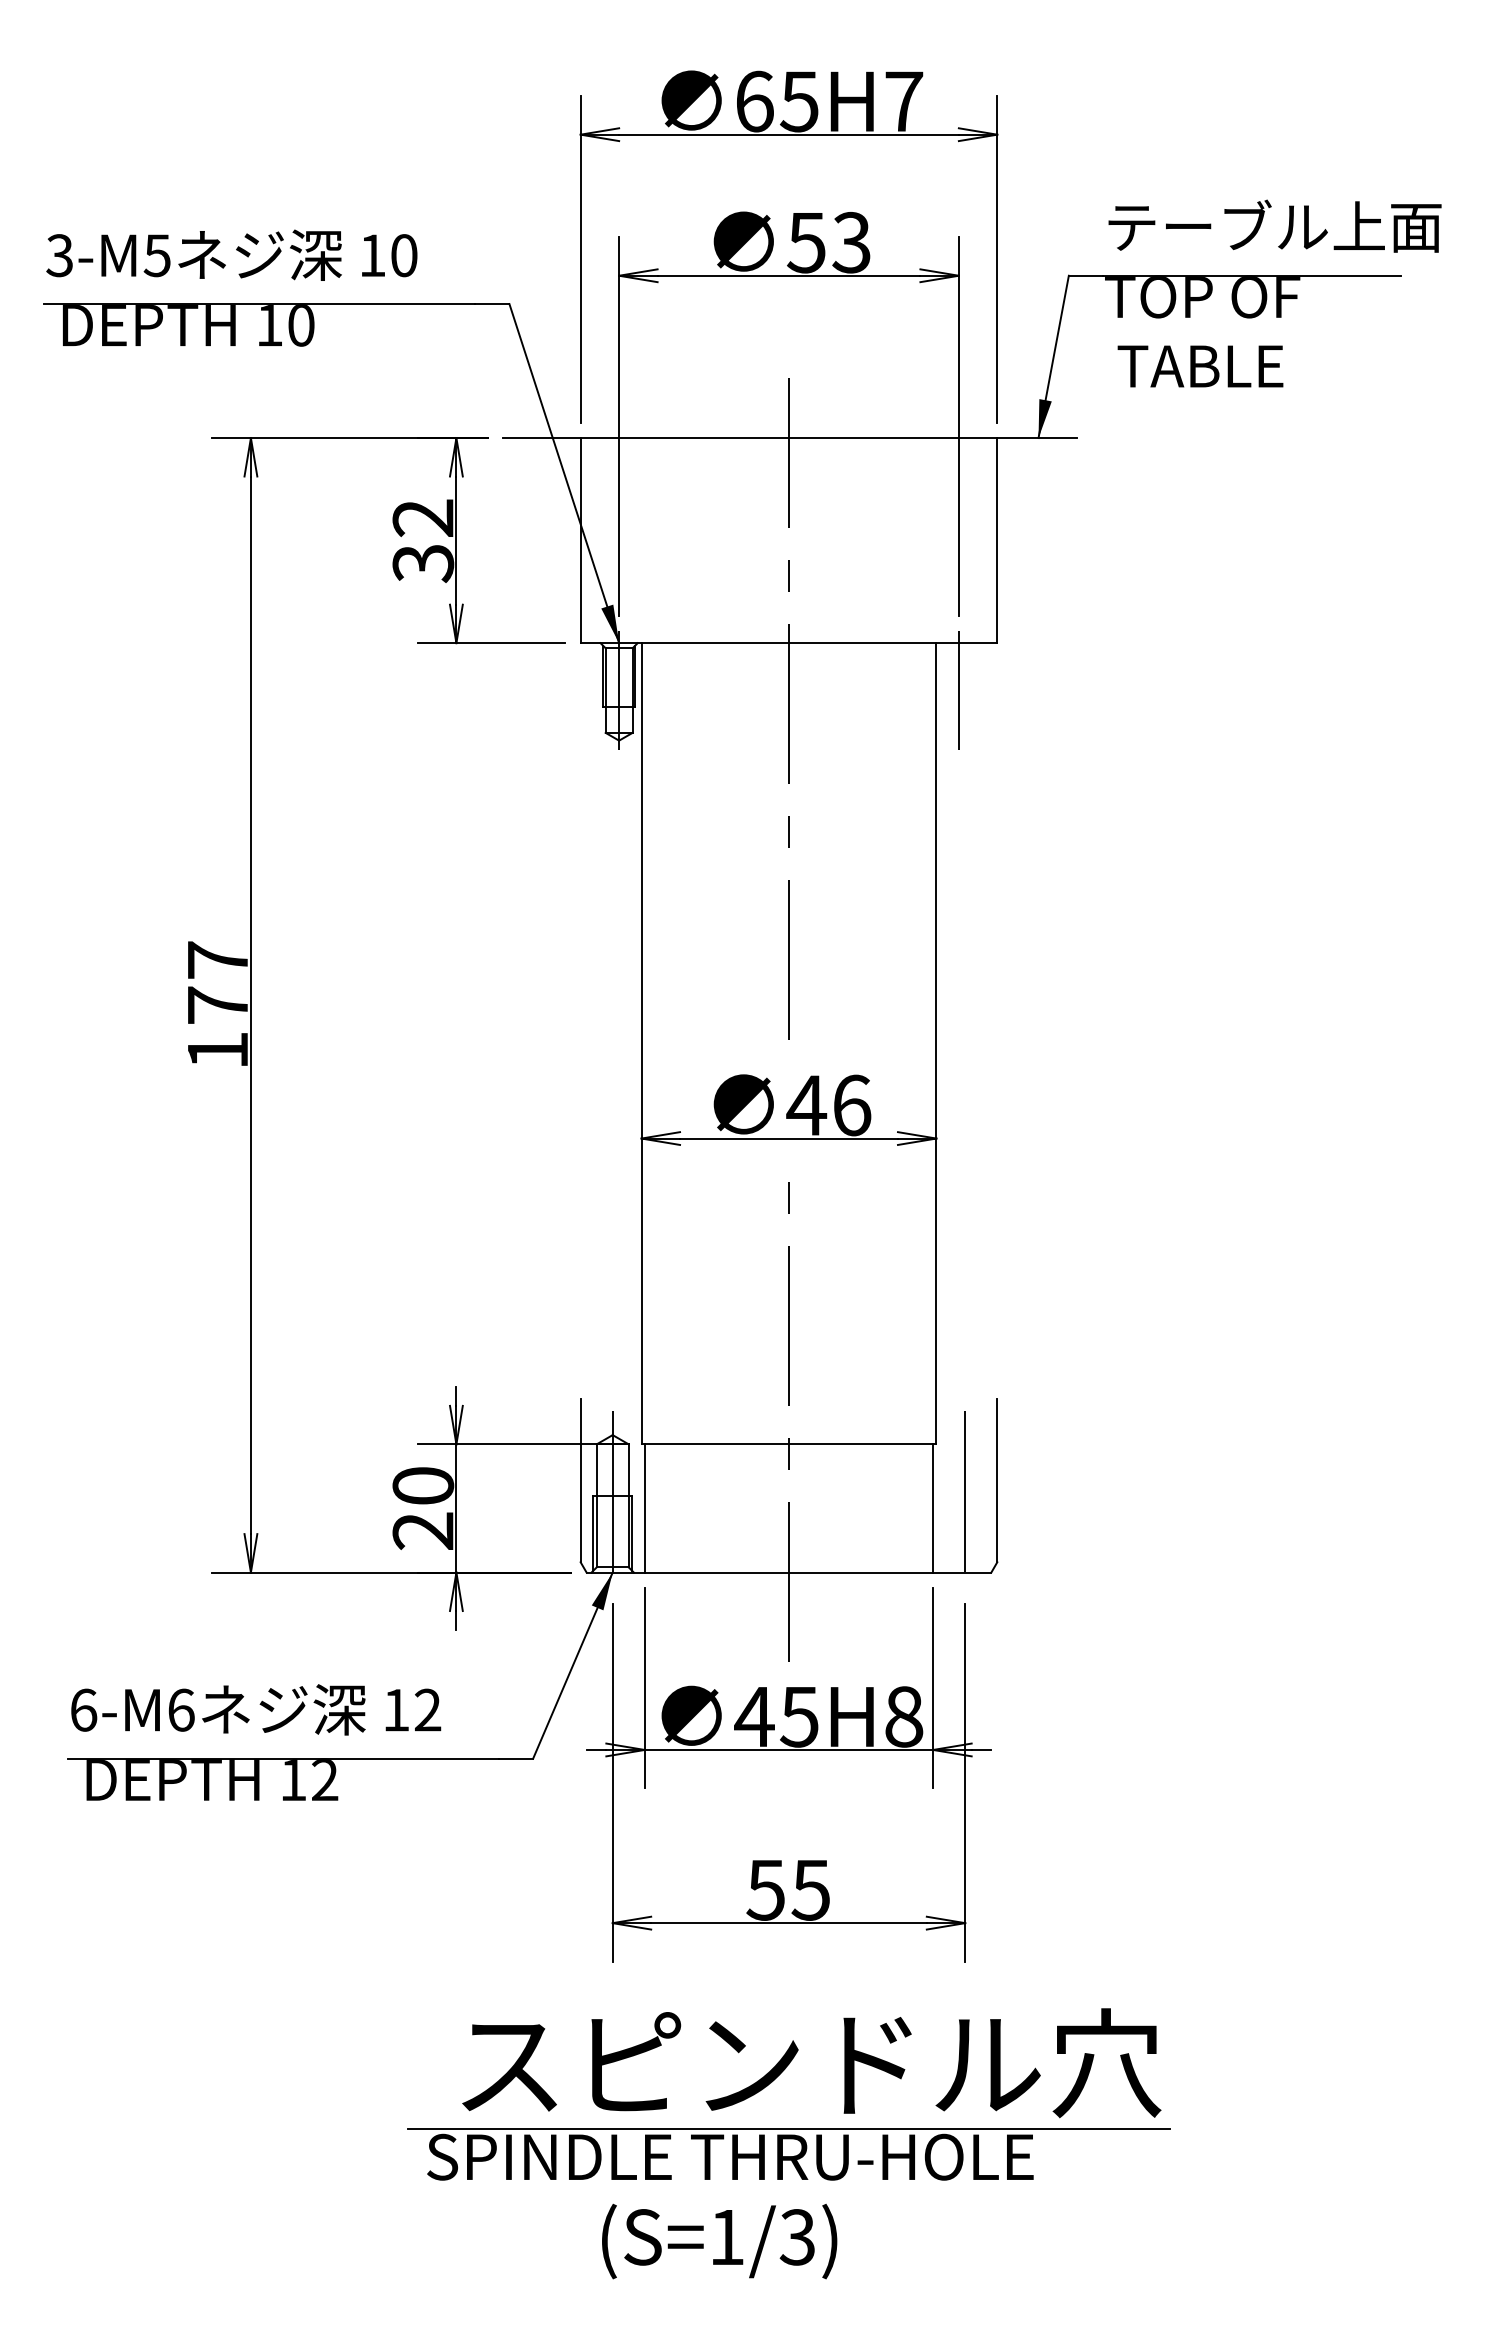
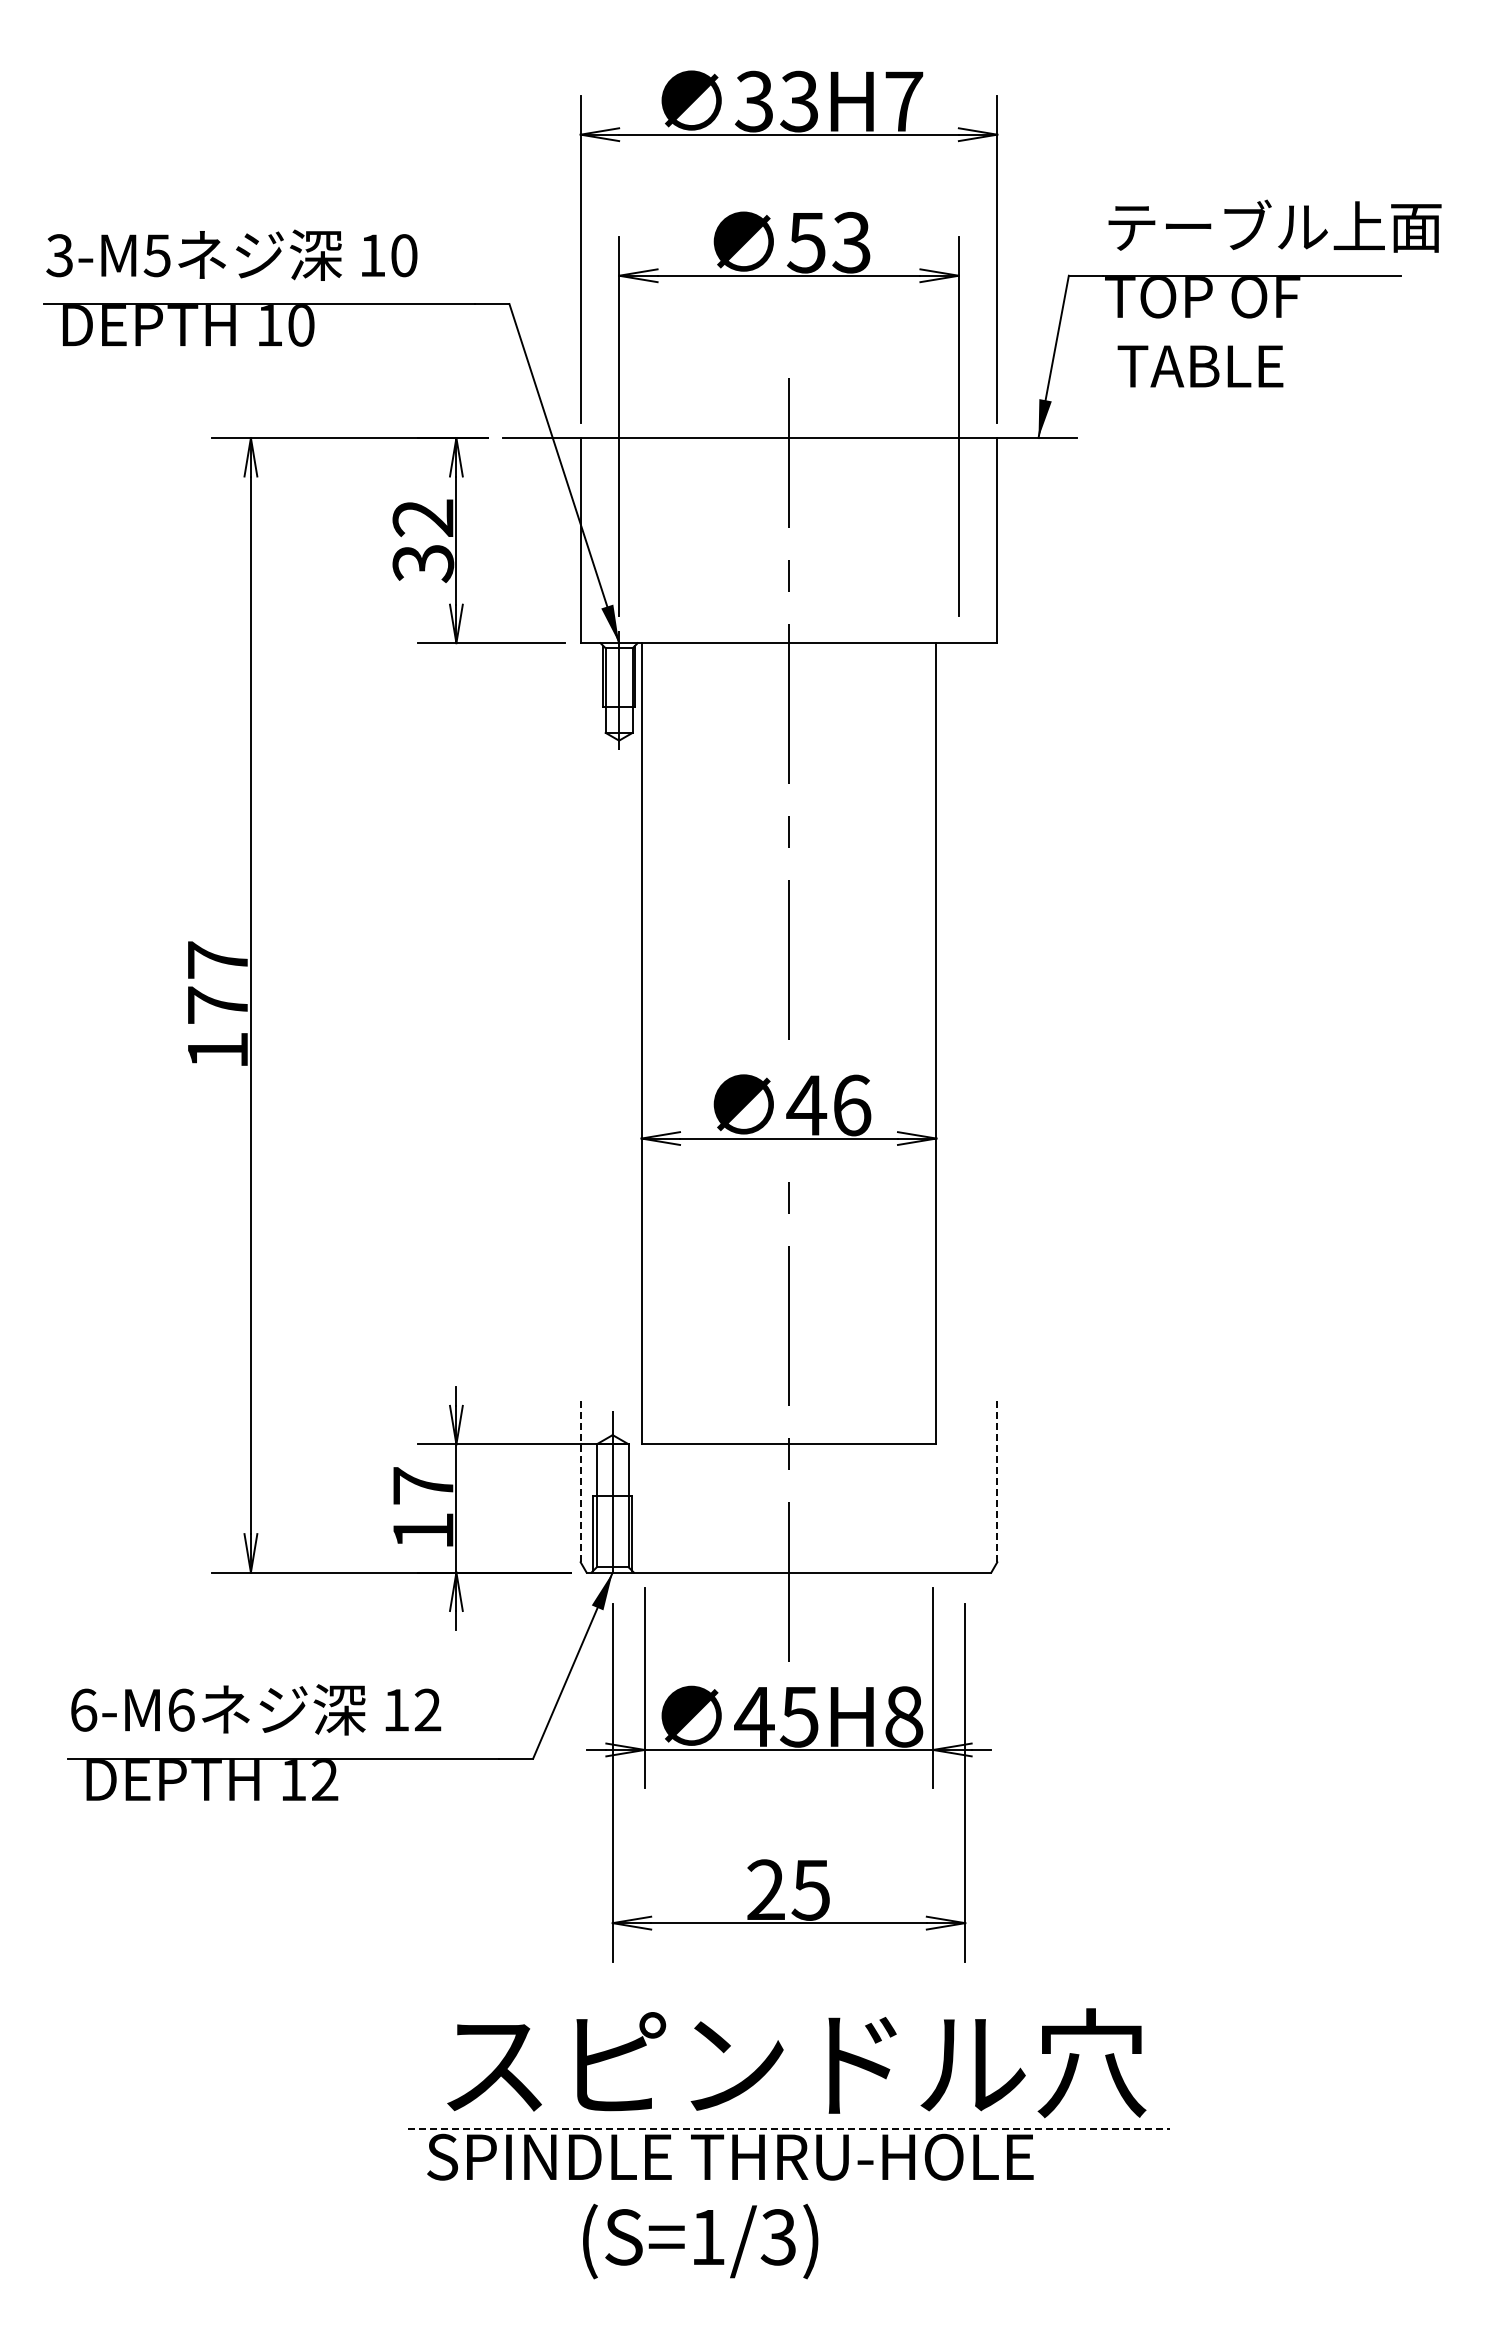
text at (776, 101): 65H7 -> 33H7
line at (958, 690): present -> none
line at (580, 1480): solid -> dashed
line at (997, 1480): solid -> dashed
line at (965, 1499): present -> none
text at (423, 1508): 20 -> 17
line at (644, 1508): present -> none
line at (933, 1508): present -> none
text at (765, 1889): 55 -> 25
text at (811, 2063) position: (811, 2063) -> (796, 2063)
line at (789, 2128): solid -> dashed
text at (719, 2241) position: (719, 2241) -> (700, 2241)
